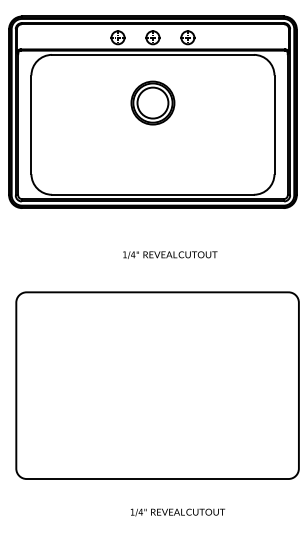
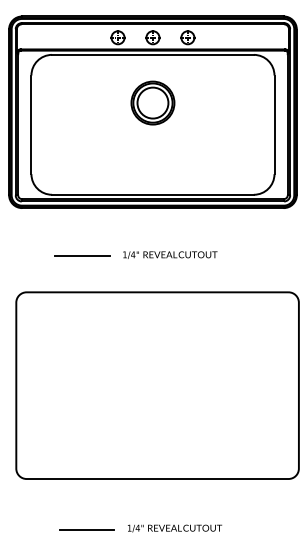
line at (82, 255): none -> present
text at (178, 512) position: (178, 512) -> (175, 528)
line at (87, 529): none -> present
